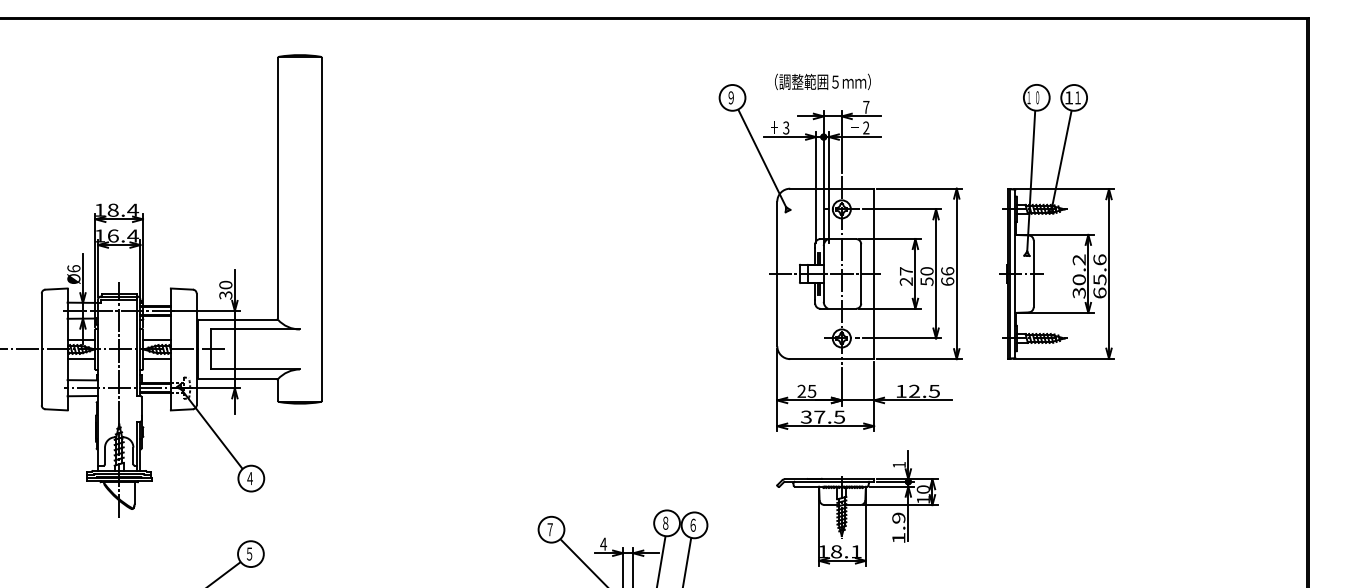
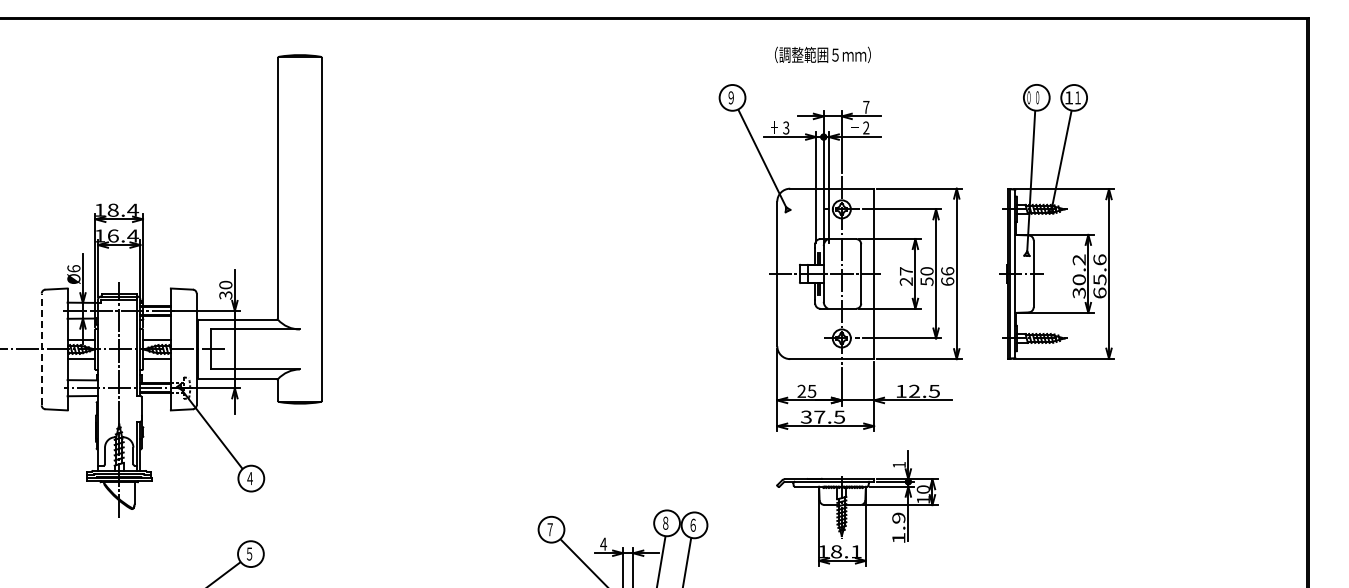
text at (822, 81) position: (822, 81) -> (822, 54)
text at (1028, 97): １ -> ０
line at (41, 349): solid -> dashed
